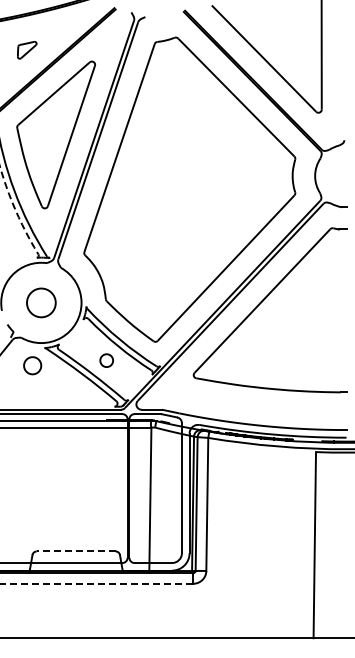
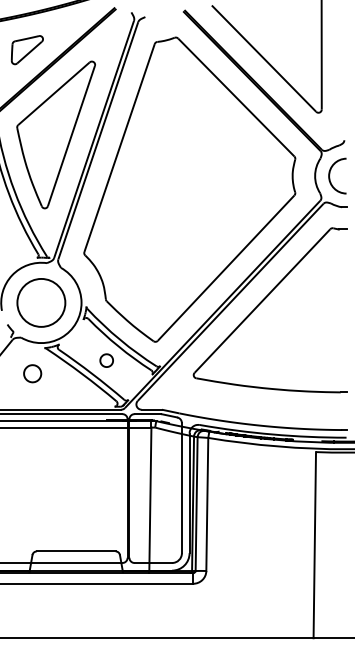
part at (27, 49) size: 21x20 px -> 34x31 px
arc at (330, 174): none -> present
arc at (16, 212): dashed -> solid
circle at (41, 302) diameter: 29 px -> 48 px
part at (32, 365) position: (32, 365) -> (32, 373)
line at (75, 551): dashed -> solid
line at (96, 583): dashed -> solid
